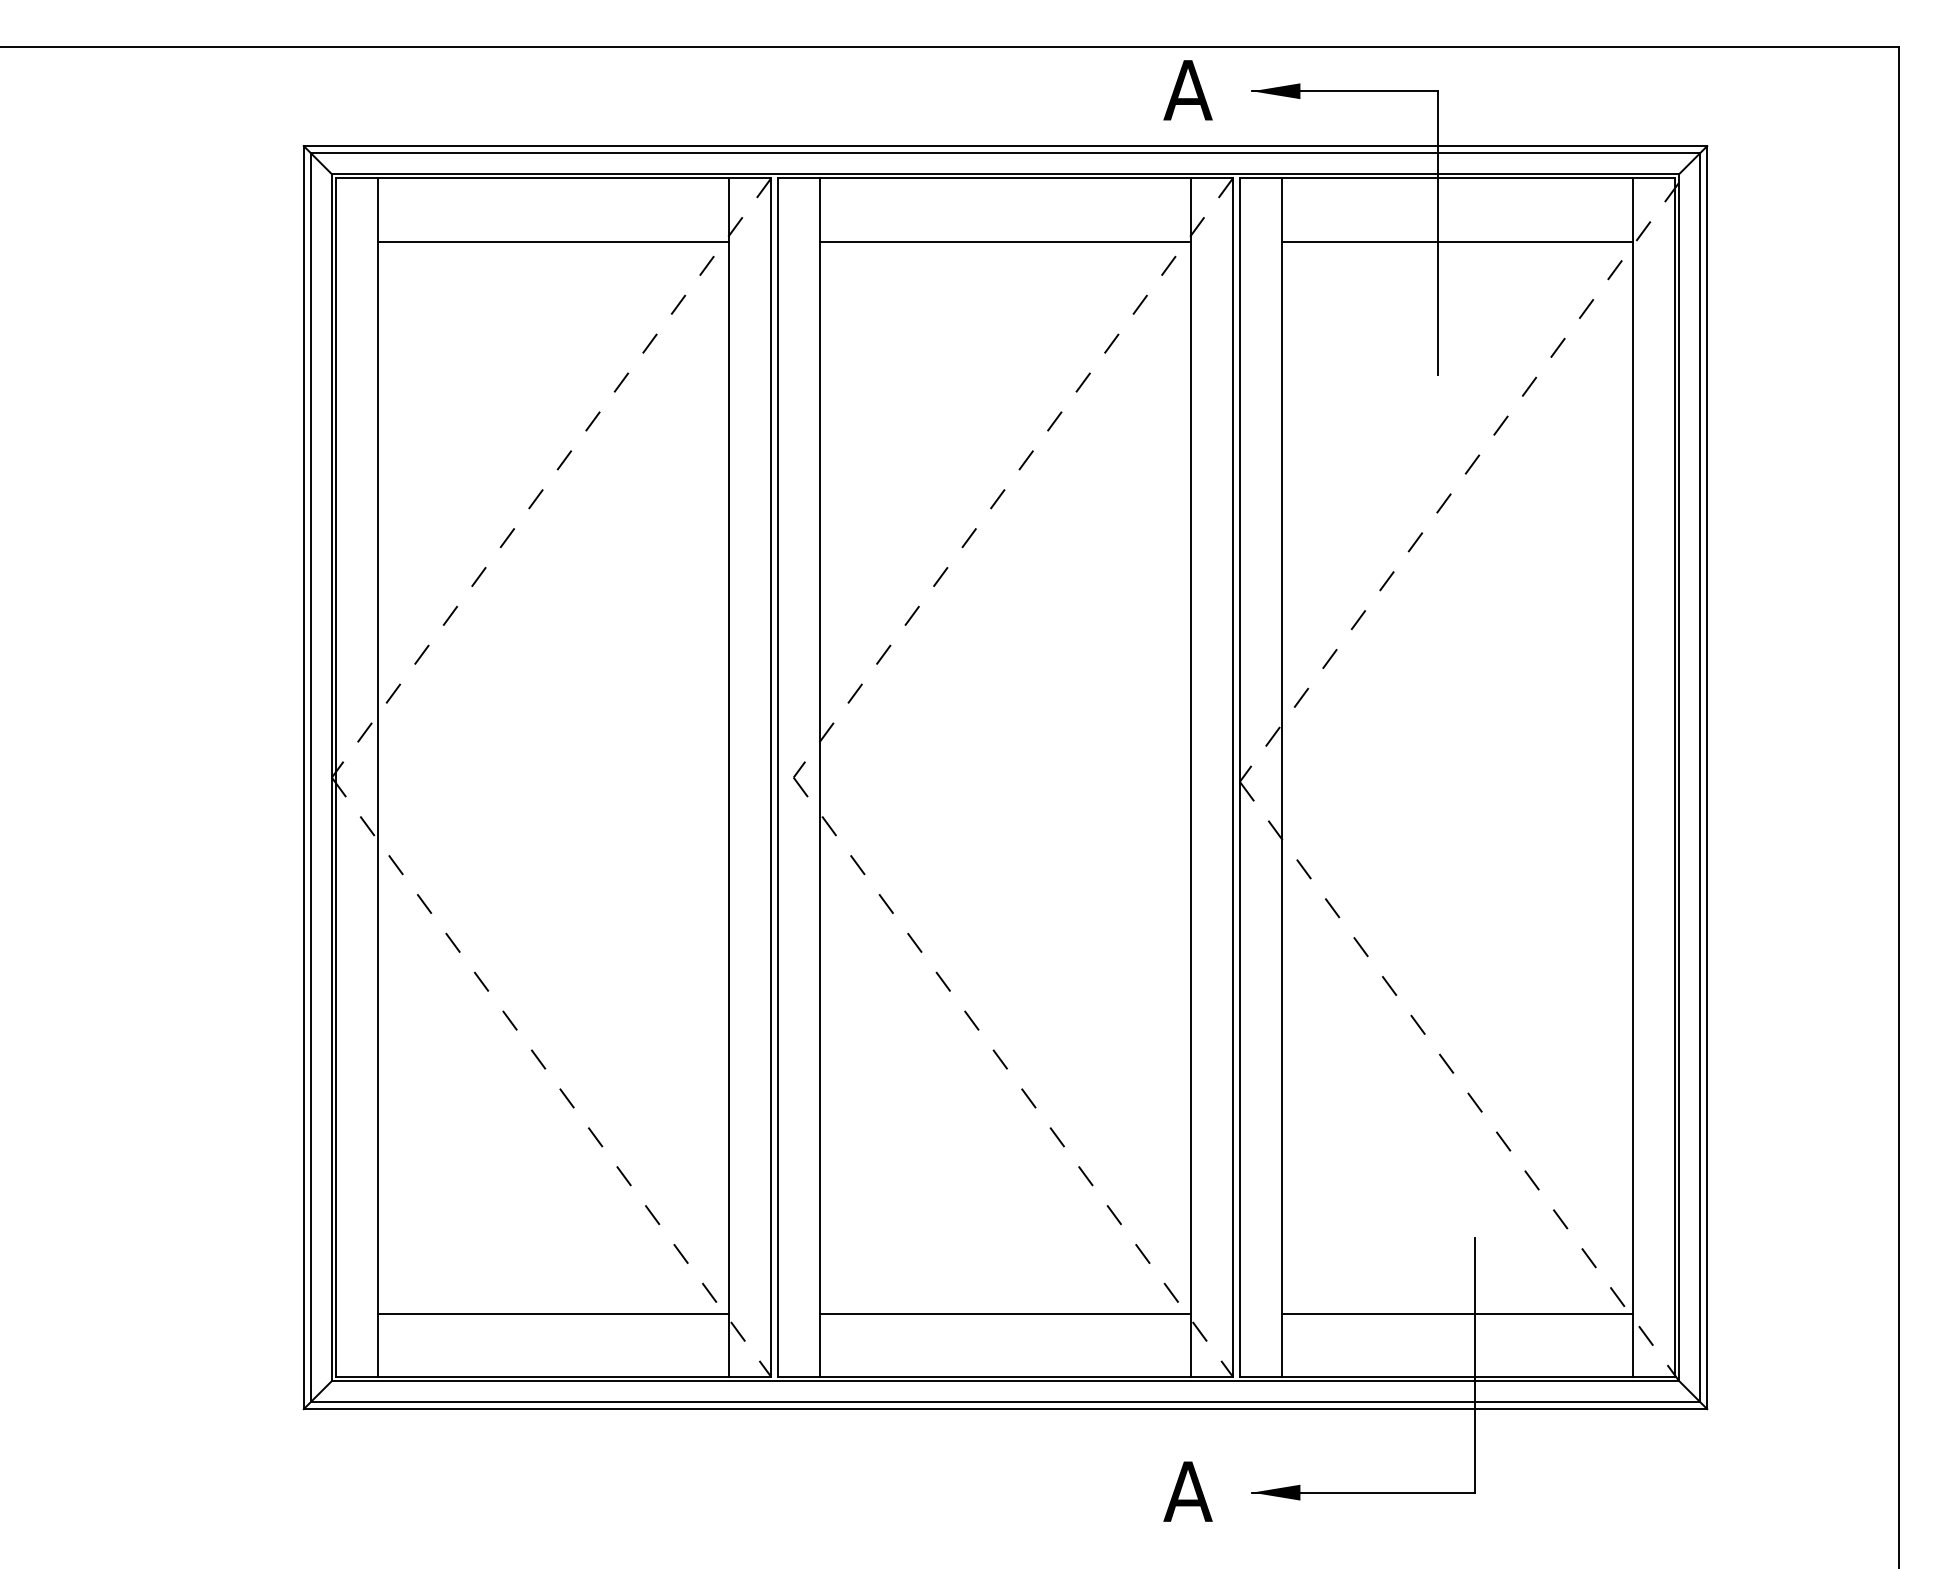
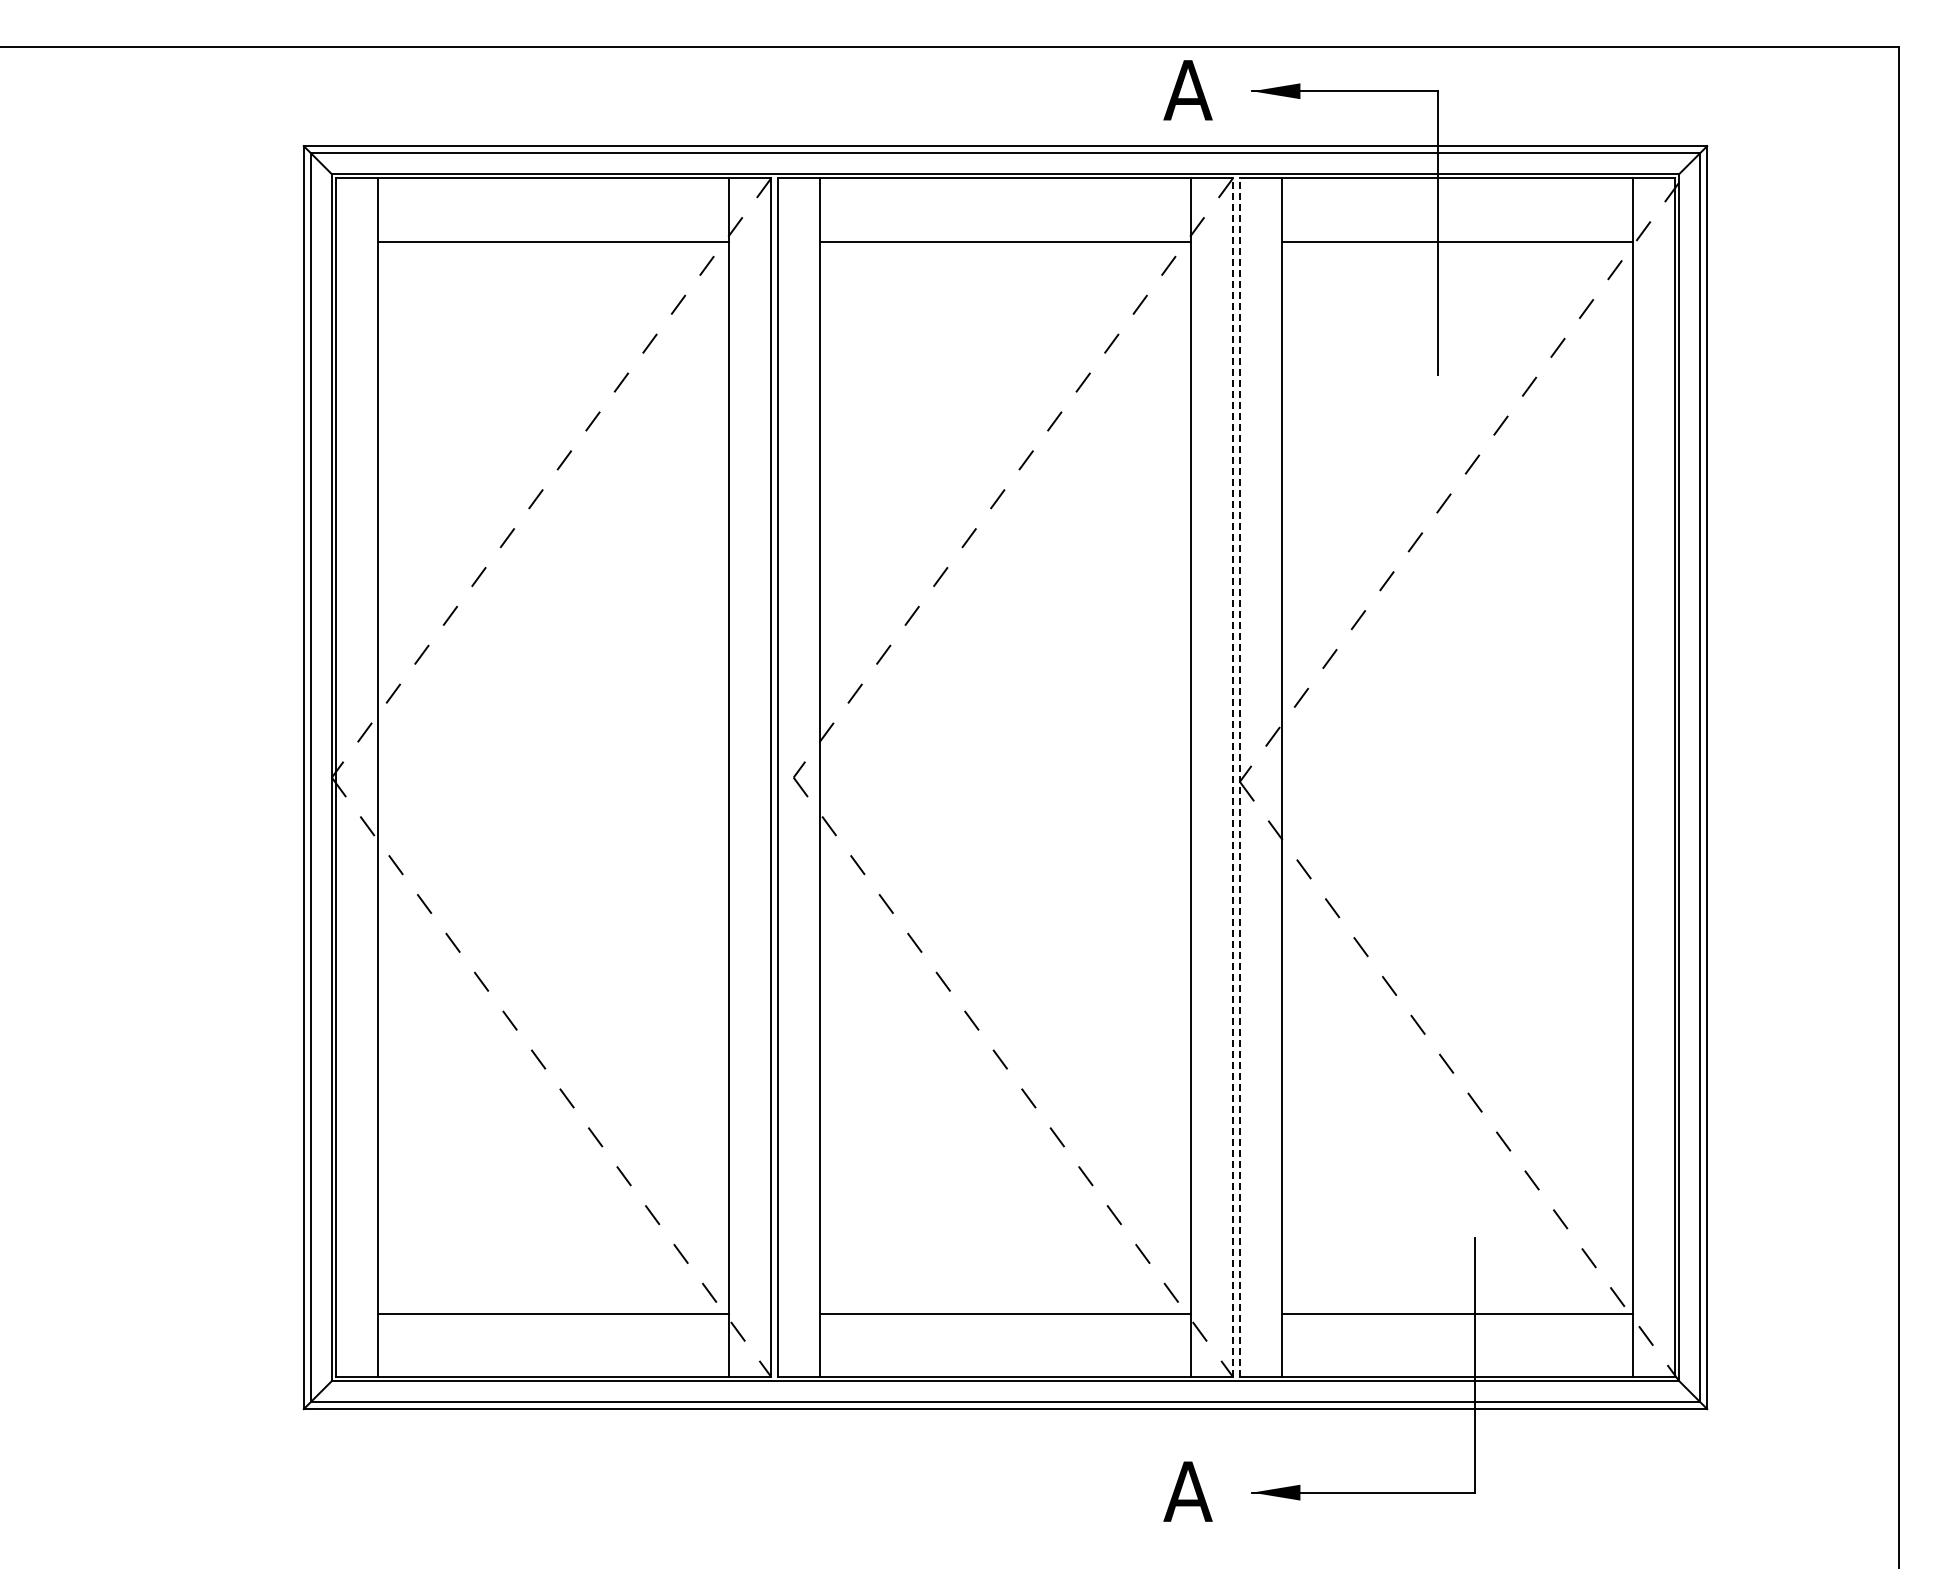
line at (1232, 777): solid -> dashed
line at (1239, 777): solid -> dashed
